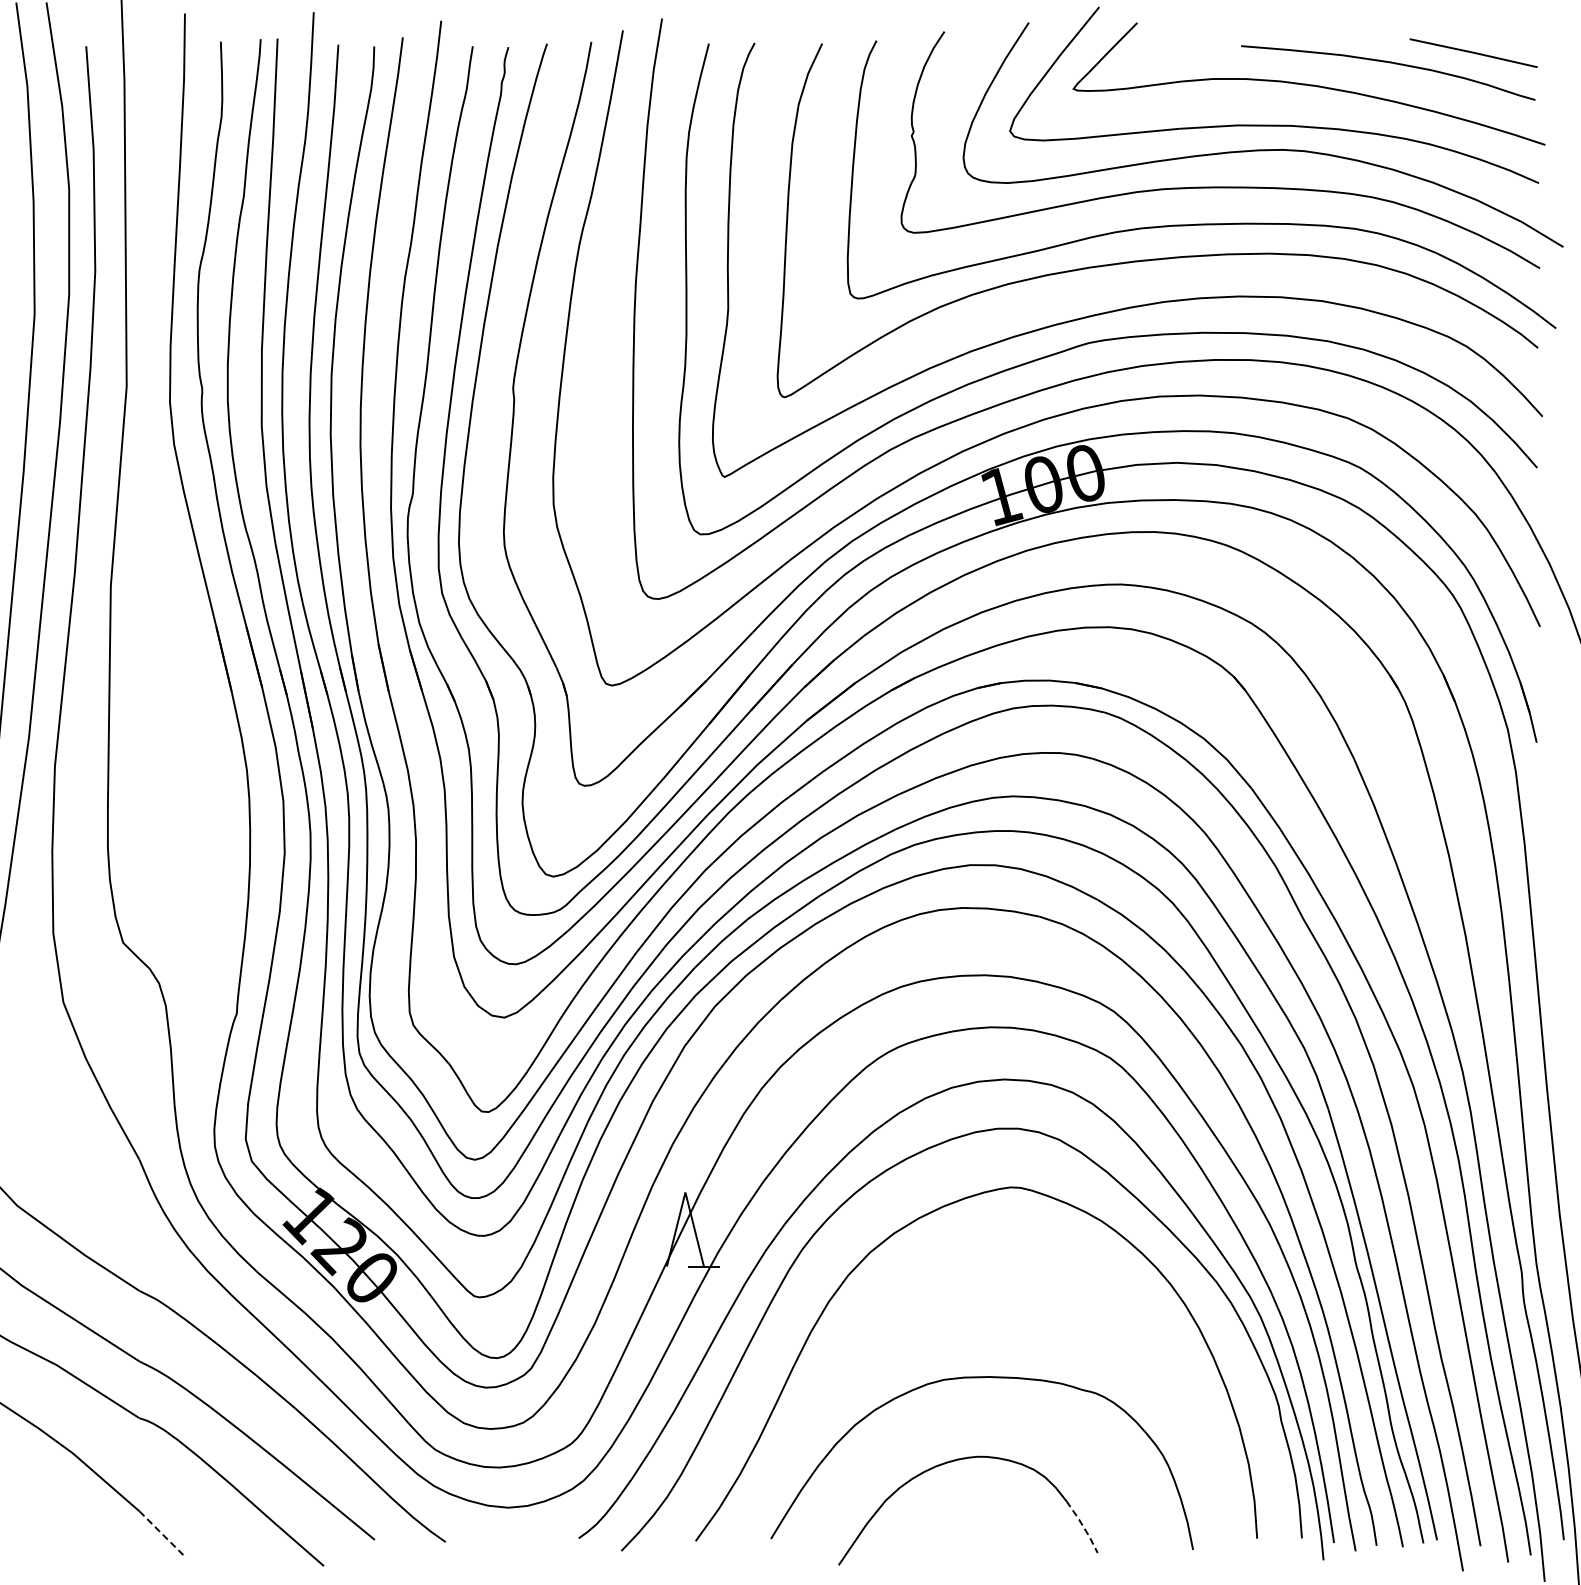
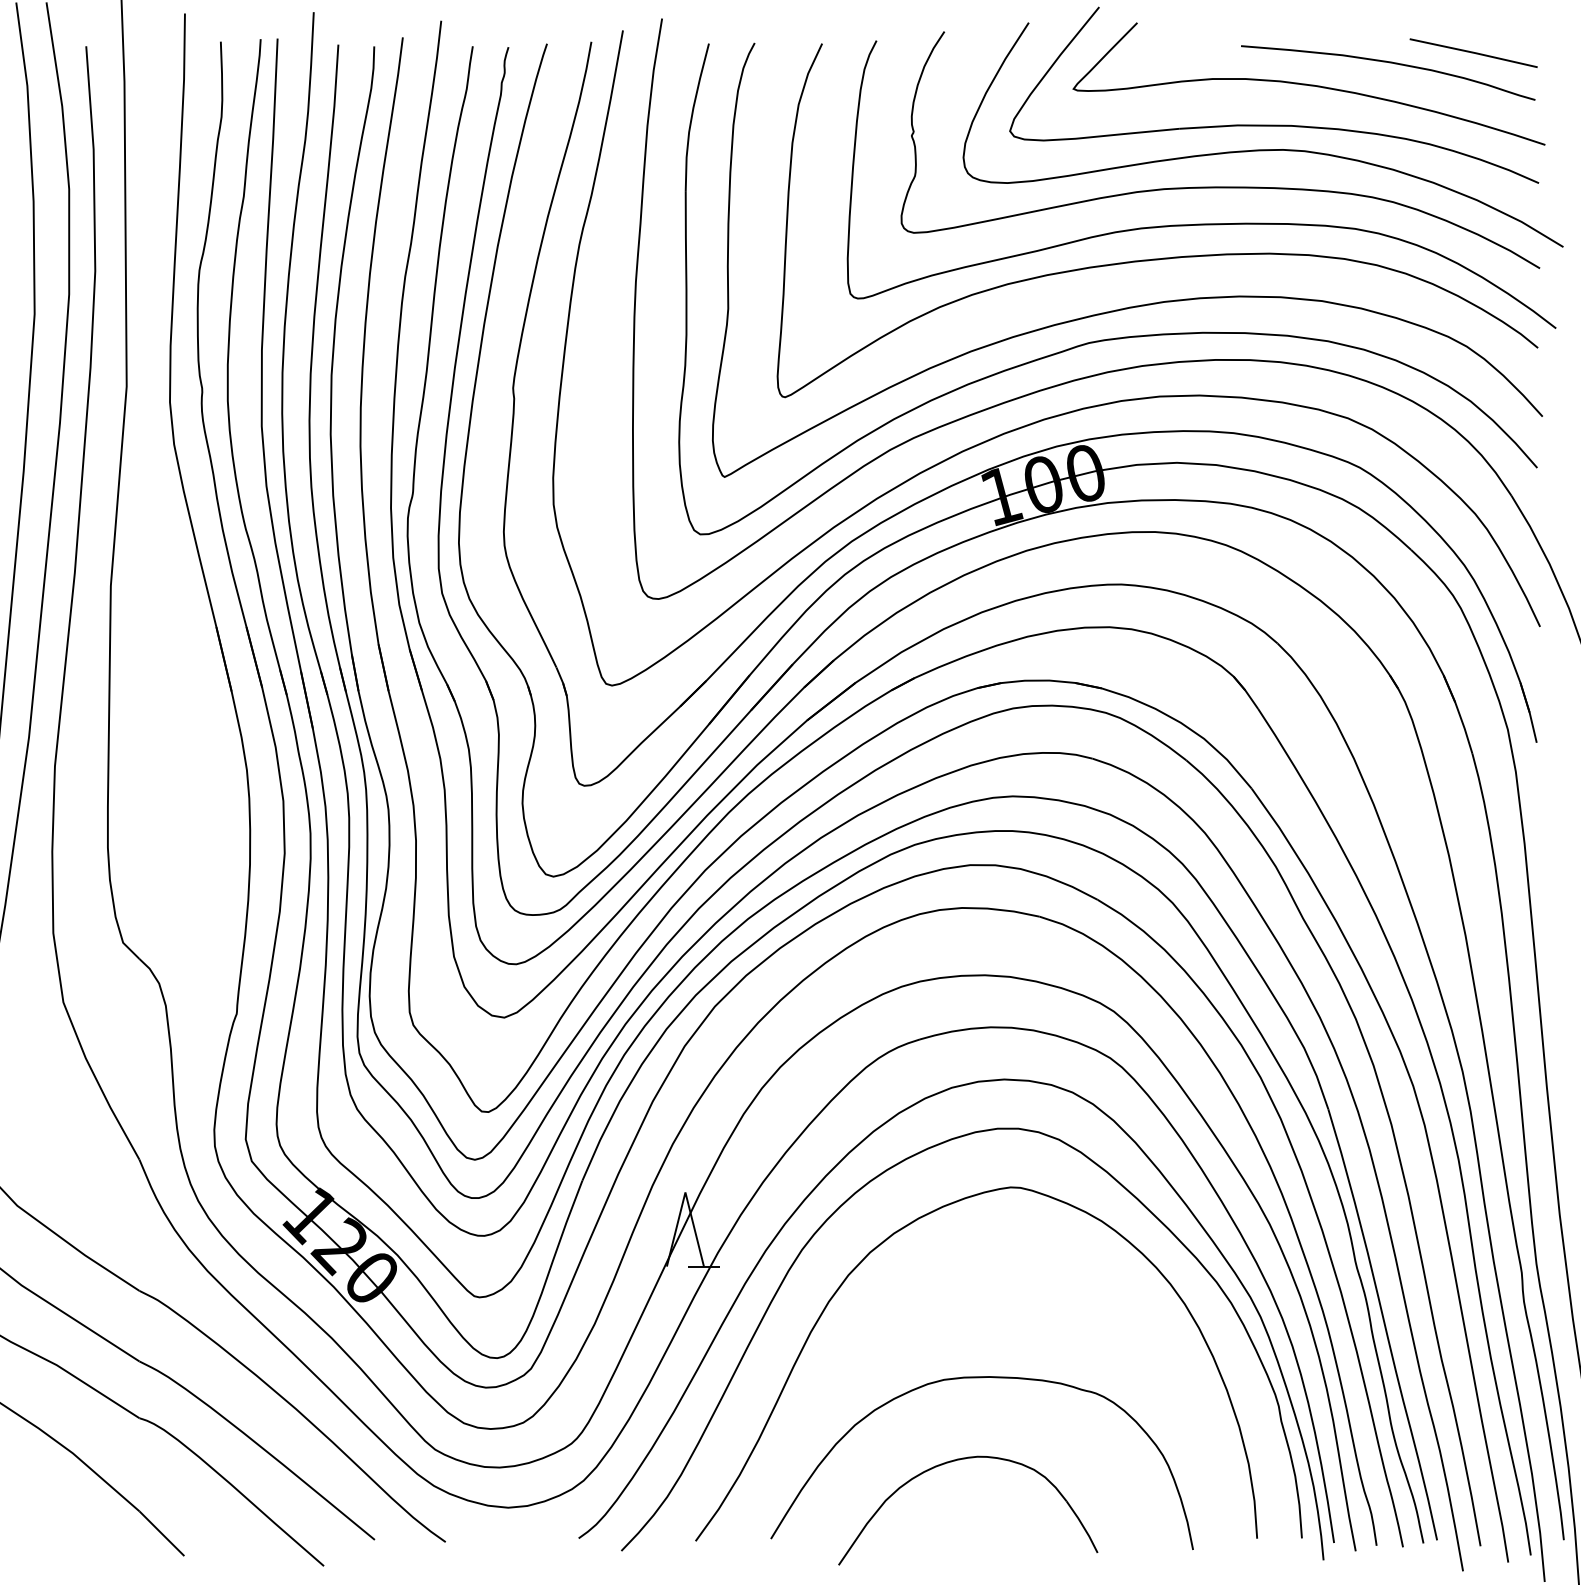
line at (1083, 1526): dashed -> solid
line at (161, 1533): dashed -> solid
